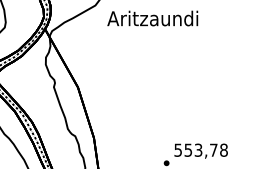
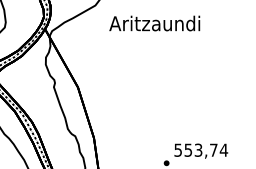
text at (152, 18) position: (152, 18) -> (154, 23)
text at (223, 149): 553,78 -> 553,74
